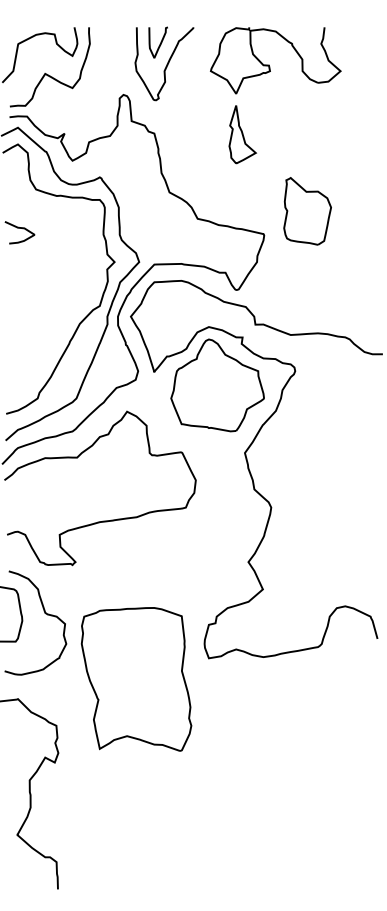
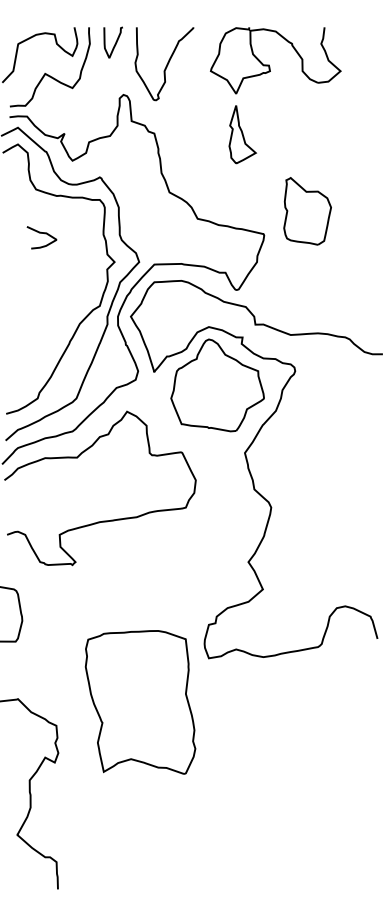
curve at (159, 44) position: (159, 44) -> (114, 44)
curve at (19, 228) position: (19, 228) -> (41, 233)
curve at (44, 613): present -> none
part at (136, 679) position: (136, 679) -> (140, 702)
